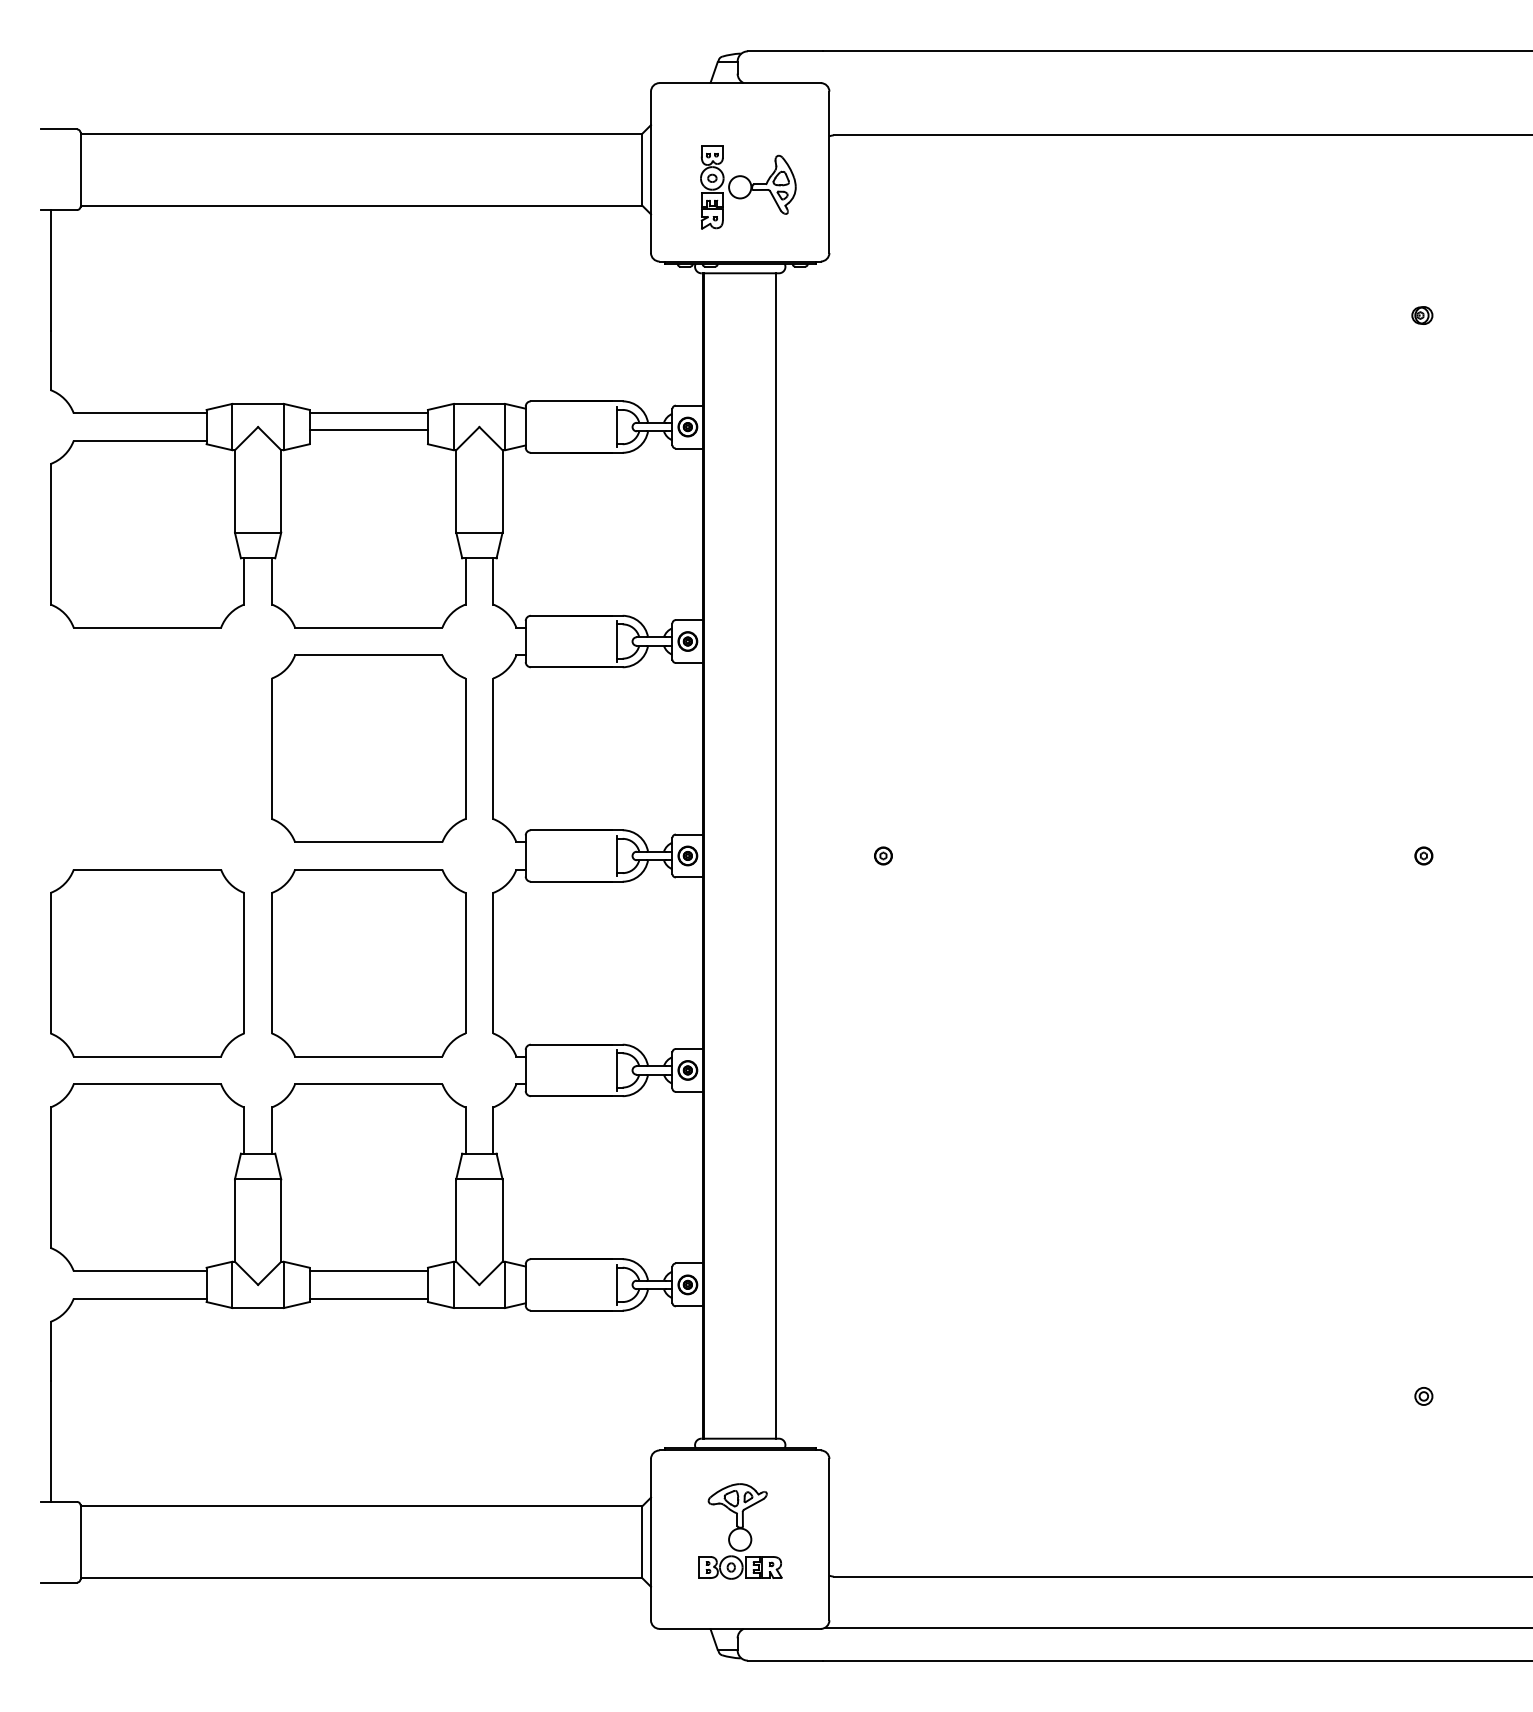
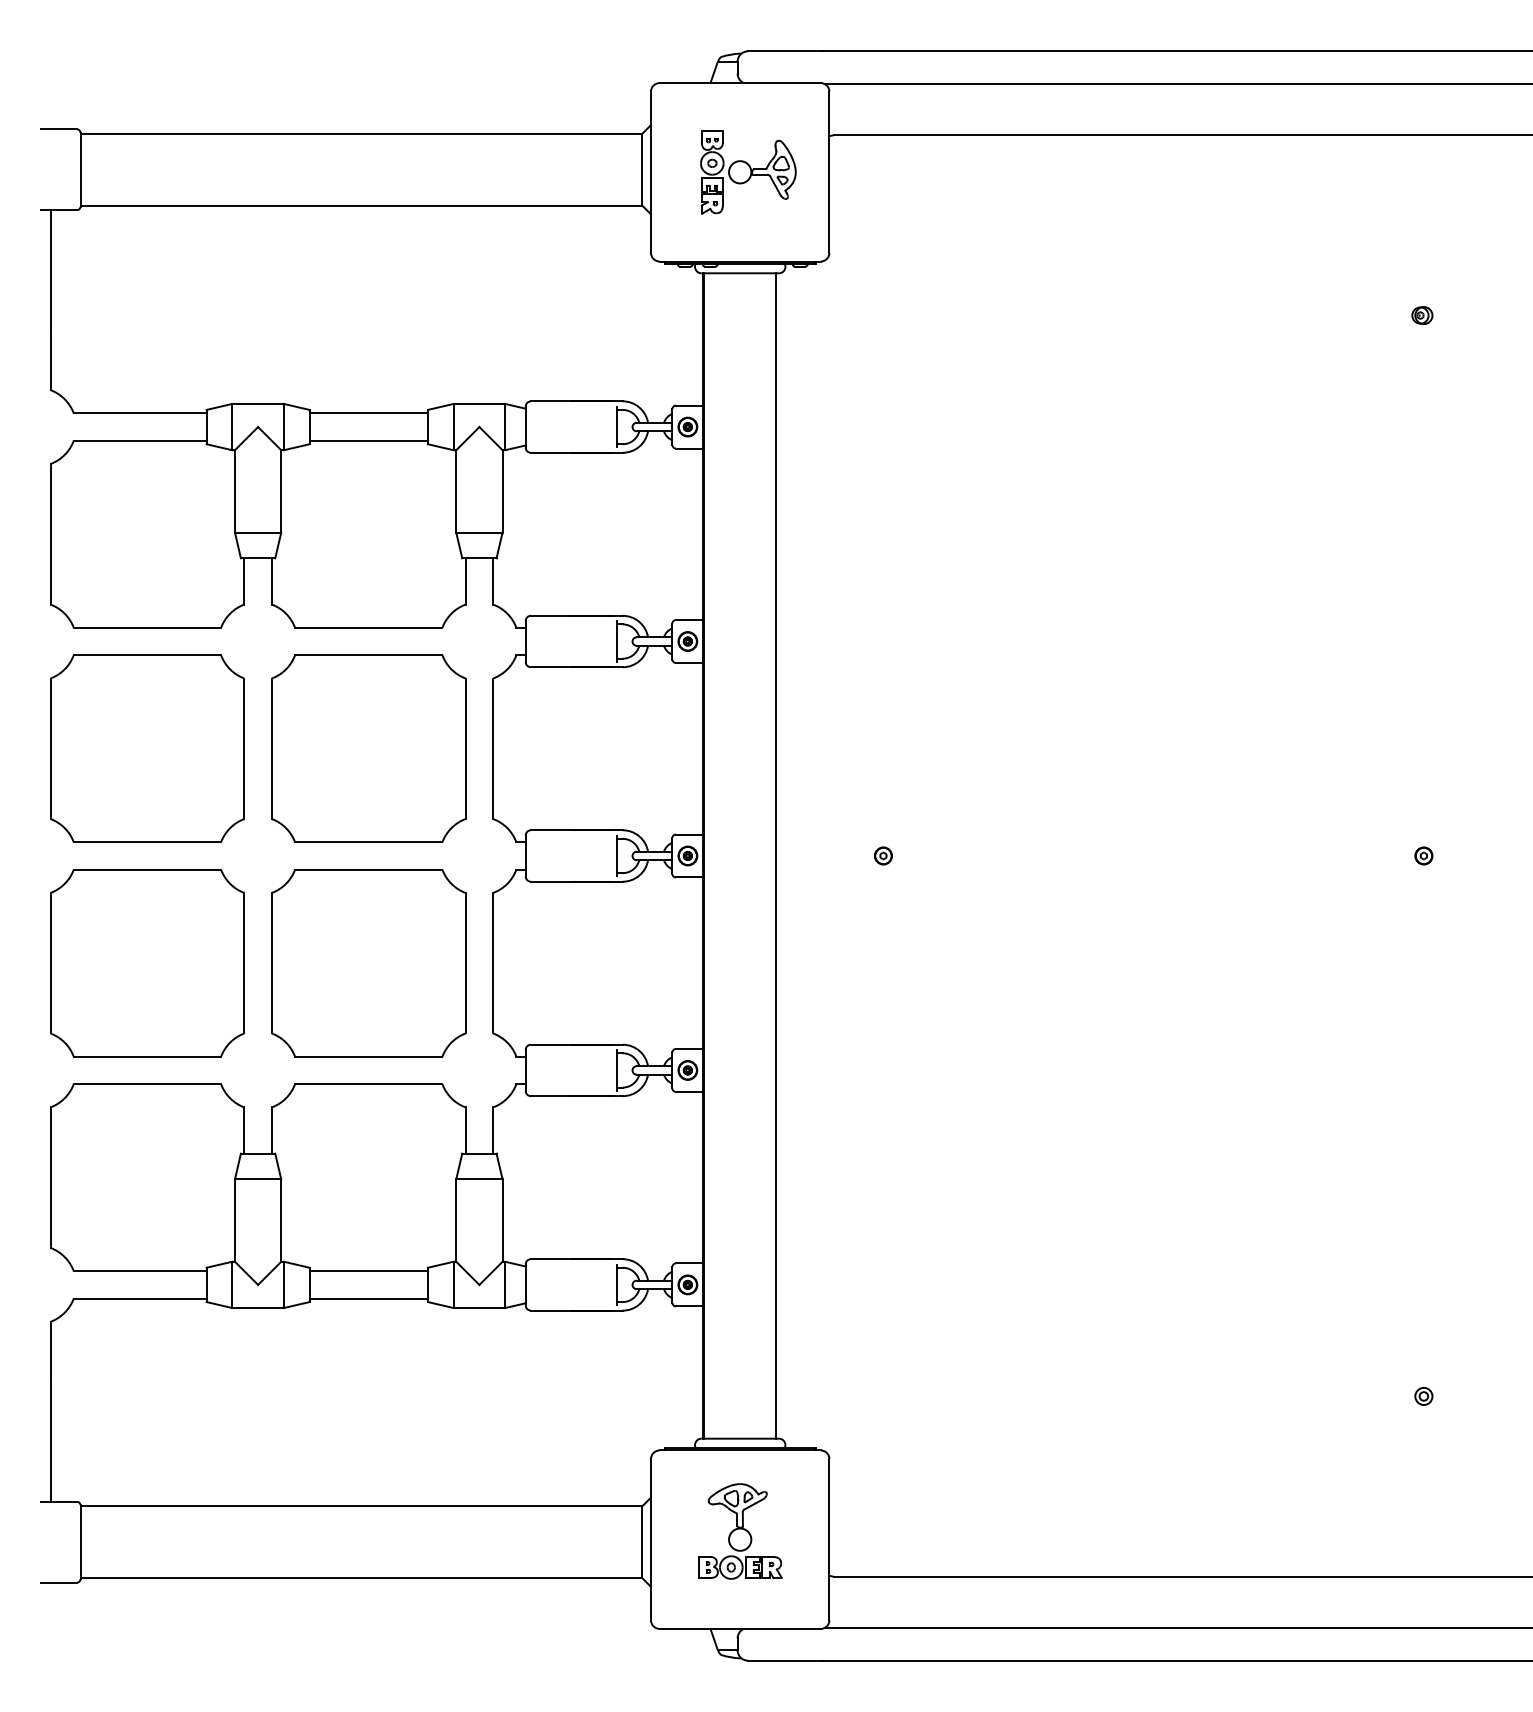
line at (1176, 83): none -> present
part at (748, 187) position: (748, 187) -> (748, 172)
line at (368, 429) position: (368, 429) -> (368, 440)
part at (147, 748): none -> present
